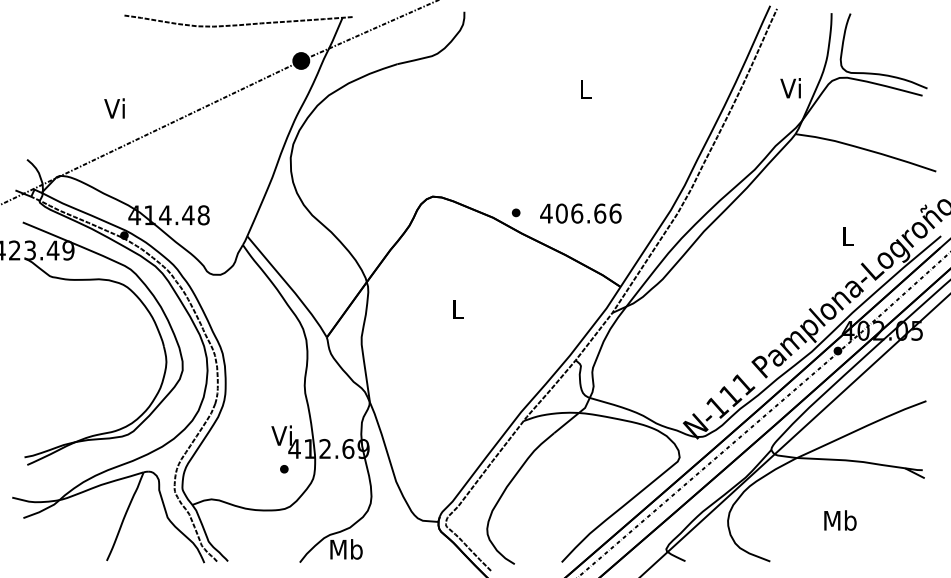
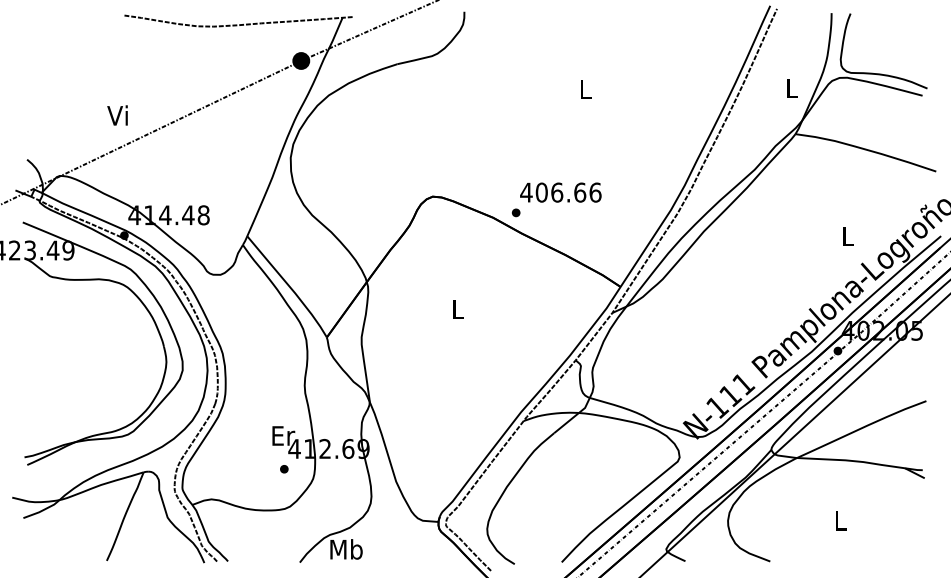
text at (790, 88): Vi -> L
text at (114, 108) position: (114, 108) -> (117, 115)
text at (580, 213) position: (580, 213) -> (560, 192)
text at (283, 435): Vi -> Er
text at (840, 520): Mb -> L
